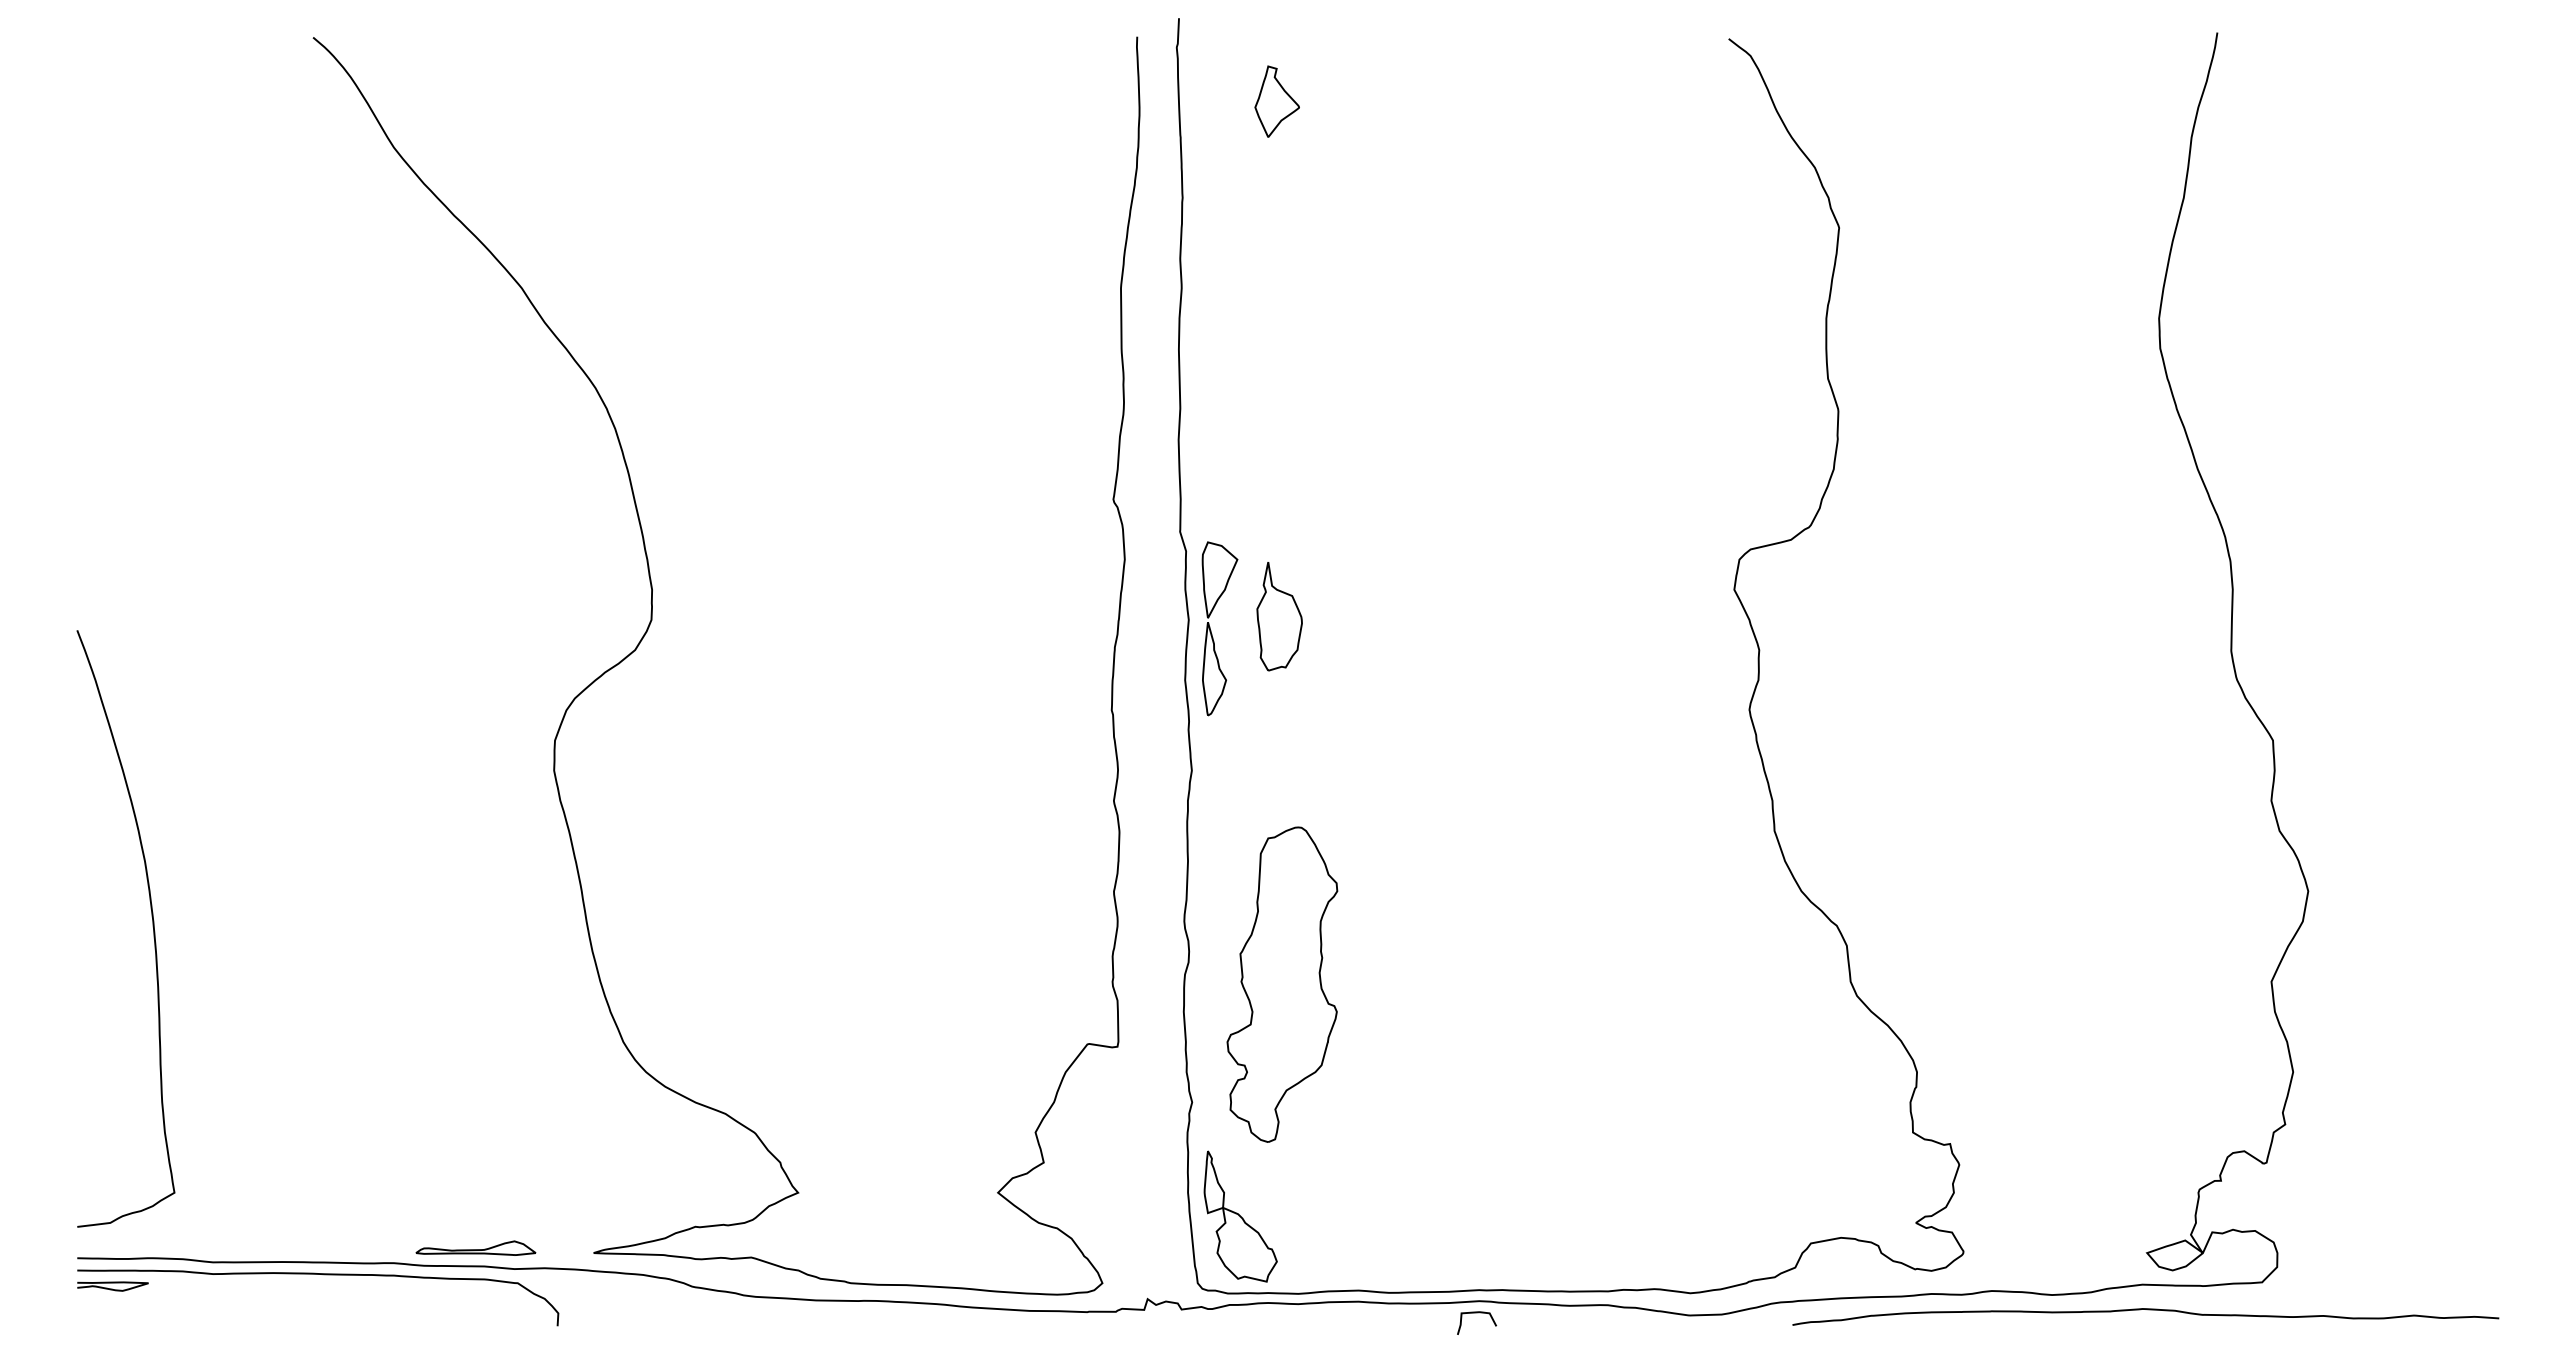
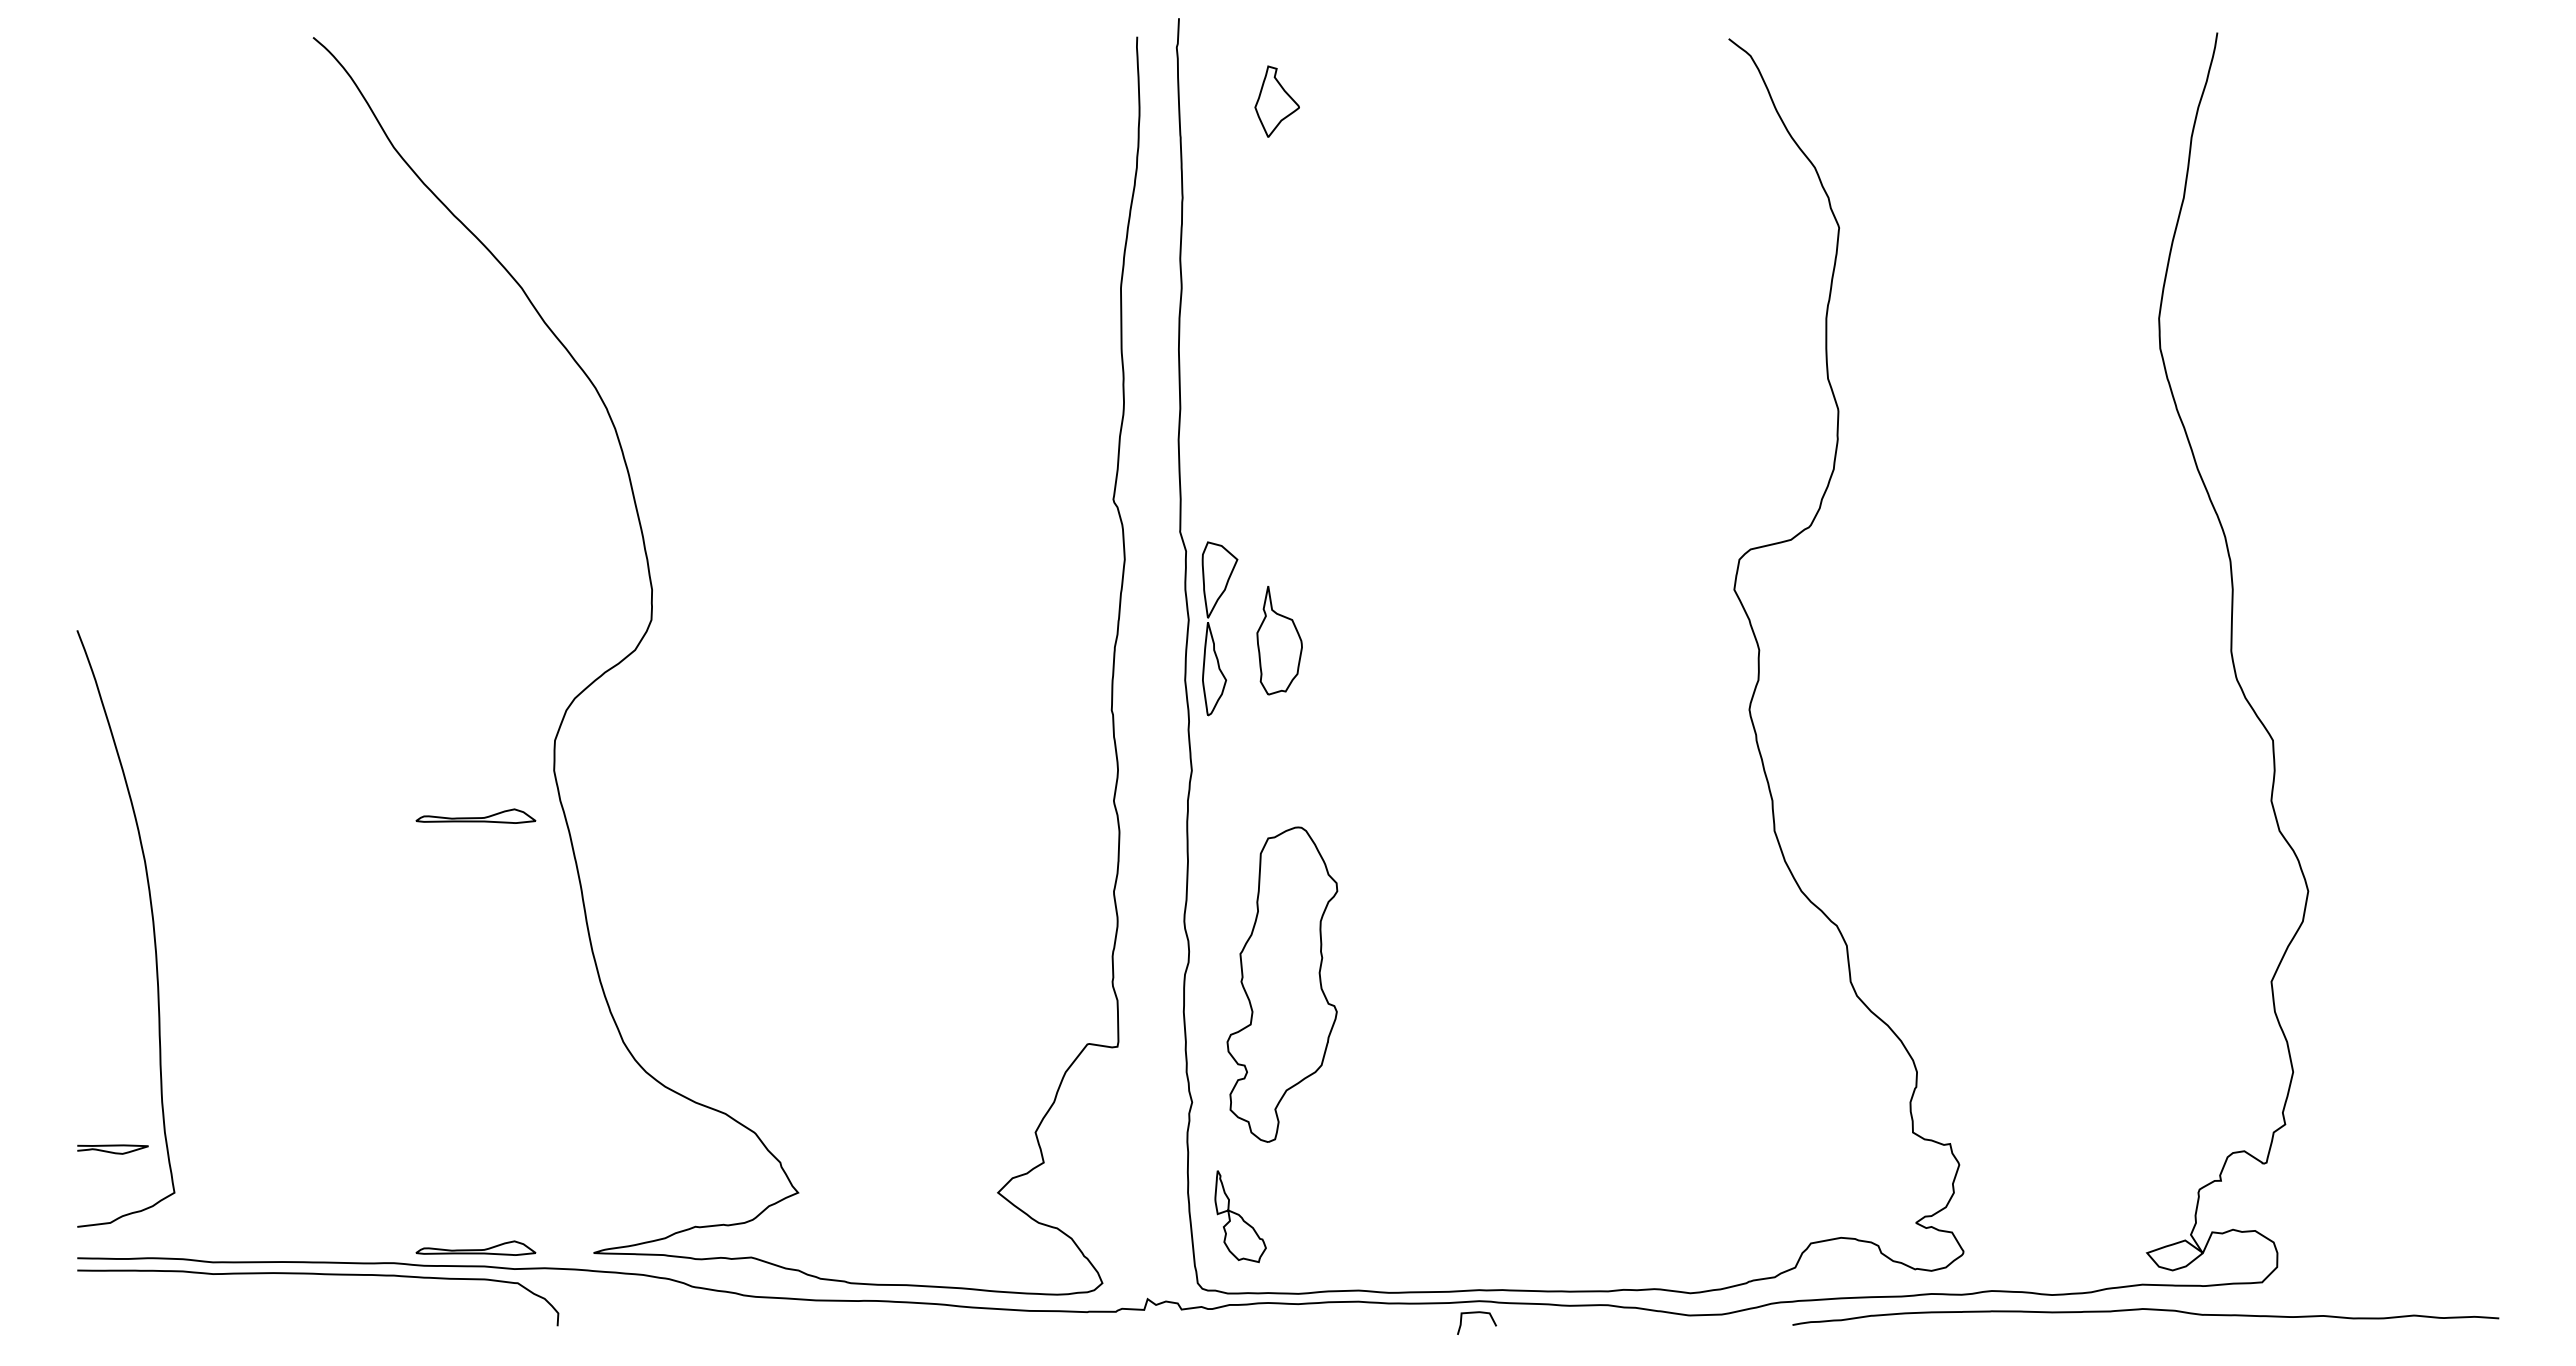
part at (1279, 616) position: (1279, 616) -> (1279, 640)
part at (475, 815): none -> present
part at (1240, 1216) size: 75x133 px -> 53x94 px
curve at (112, 1288) position: (112, 1288) -> (112, 1151)
